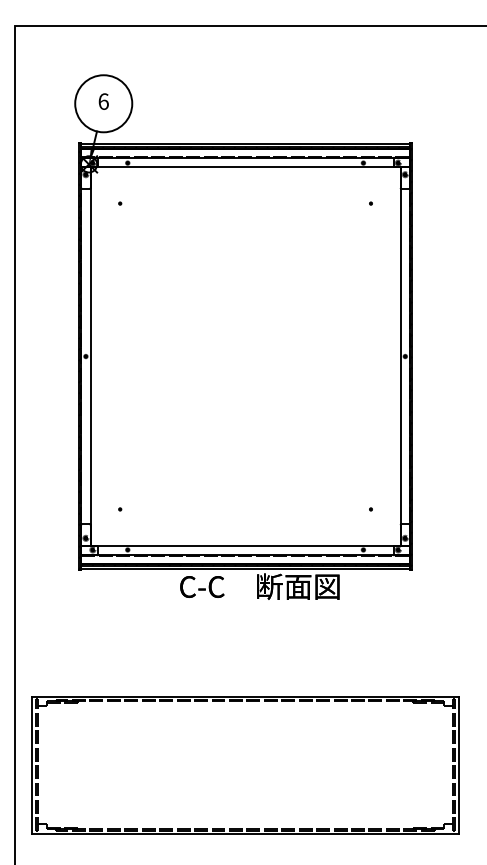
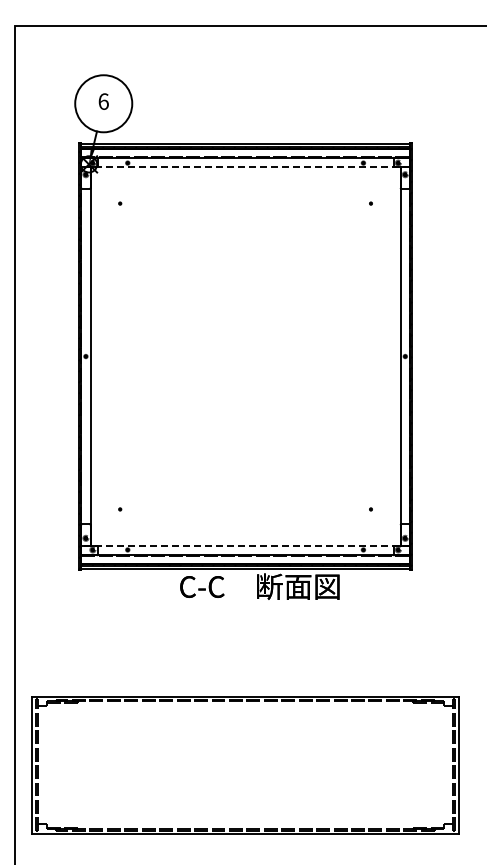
line at (245, 166): solid -> dashed
line at (245, 546): solid -> dashed
